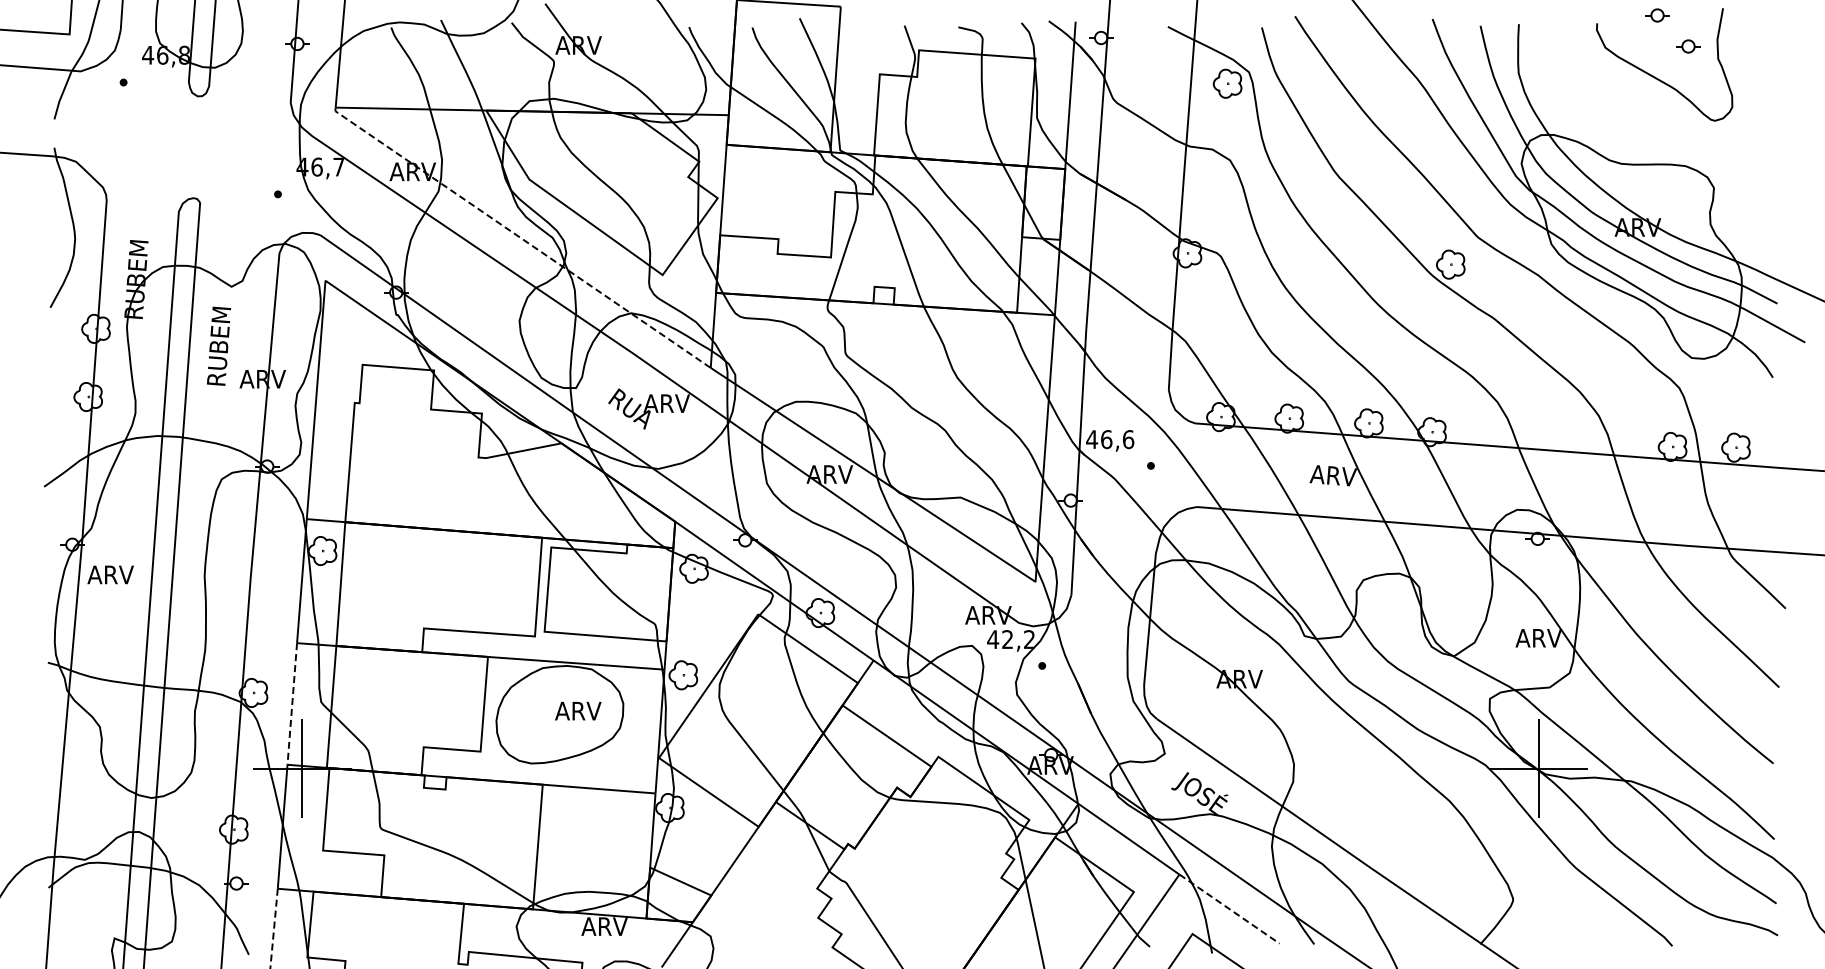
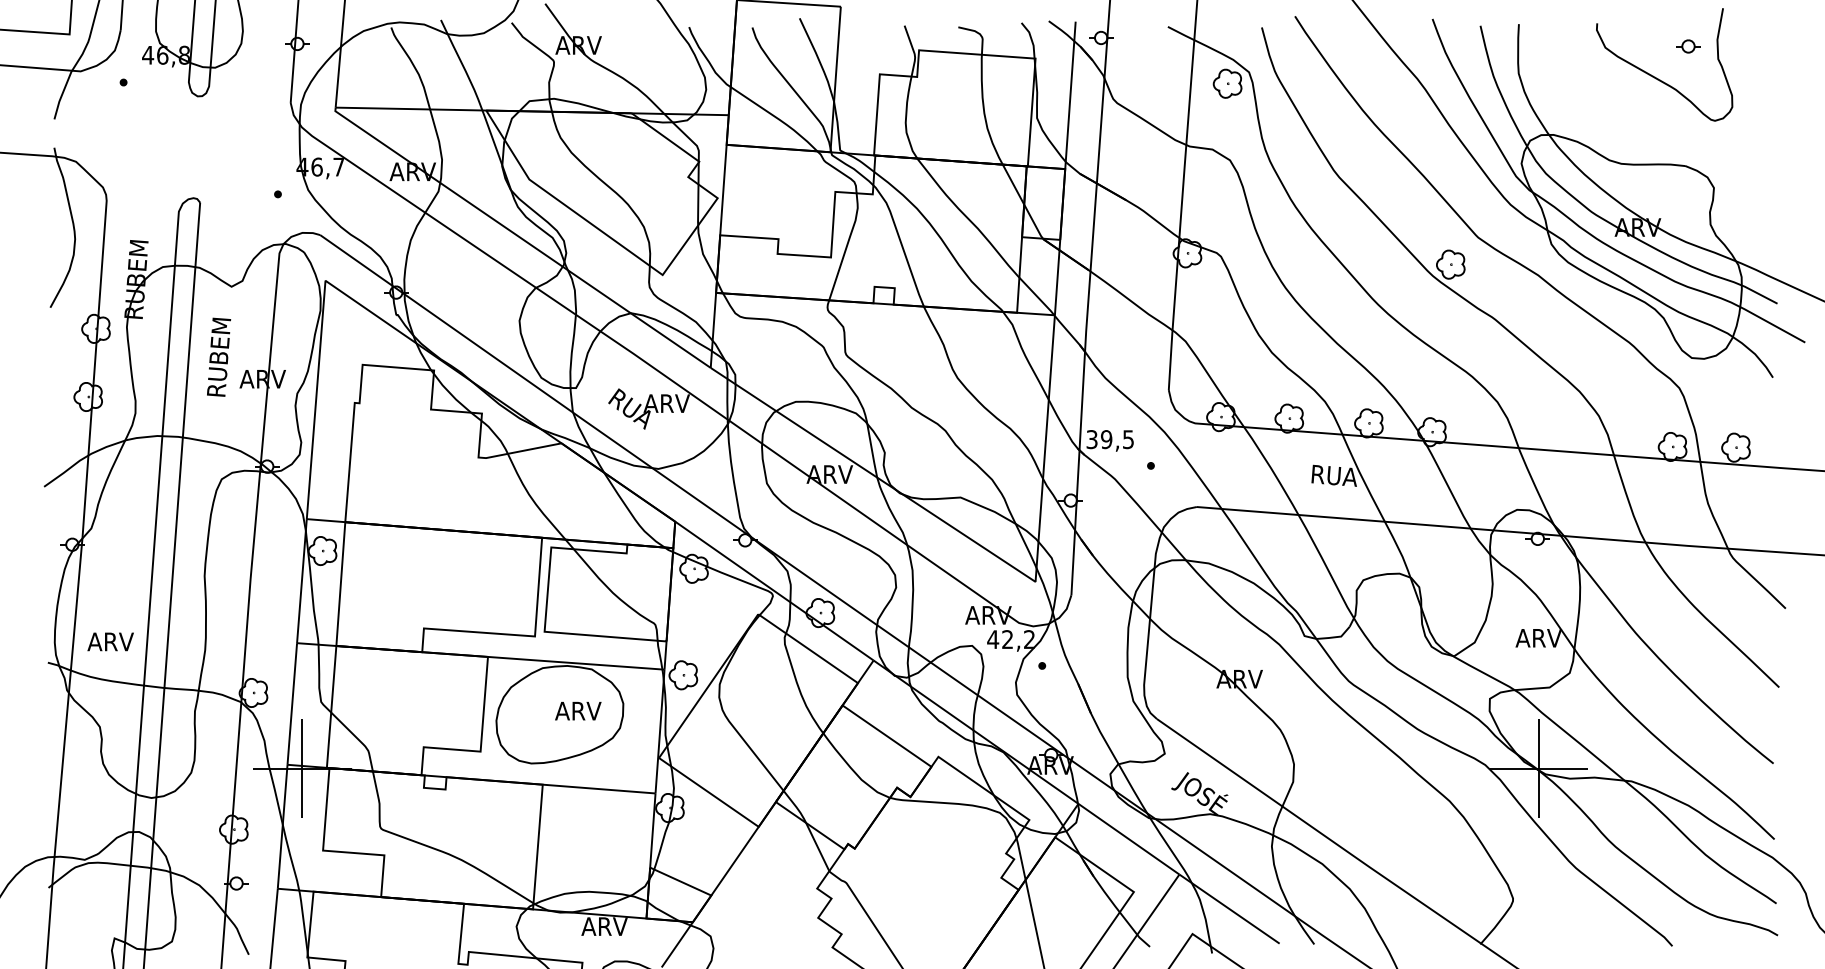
part at (1657, 15): present -> none
line at (520, 238): dashed -> solid
text at (219, 345) position: (219, 345) -> (219, 356)
text at (1110, 439): 46,6 -> 39,5
text at (1332, 475): ARV -> RUA
text at (110, 574) position: (110, 574) -> (110, 641)
line at (292, 704): dashed -> solid
line at (1229, 909): dashed -> solid
line at (274, 928): dashed -> solid
